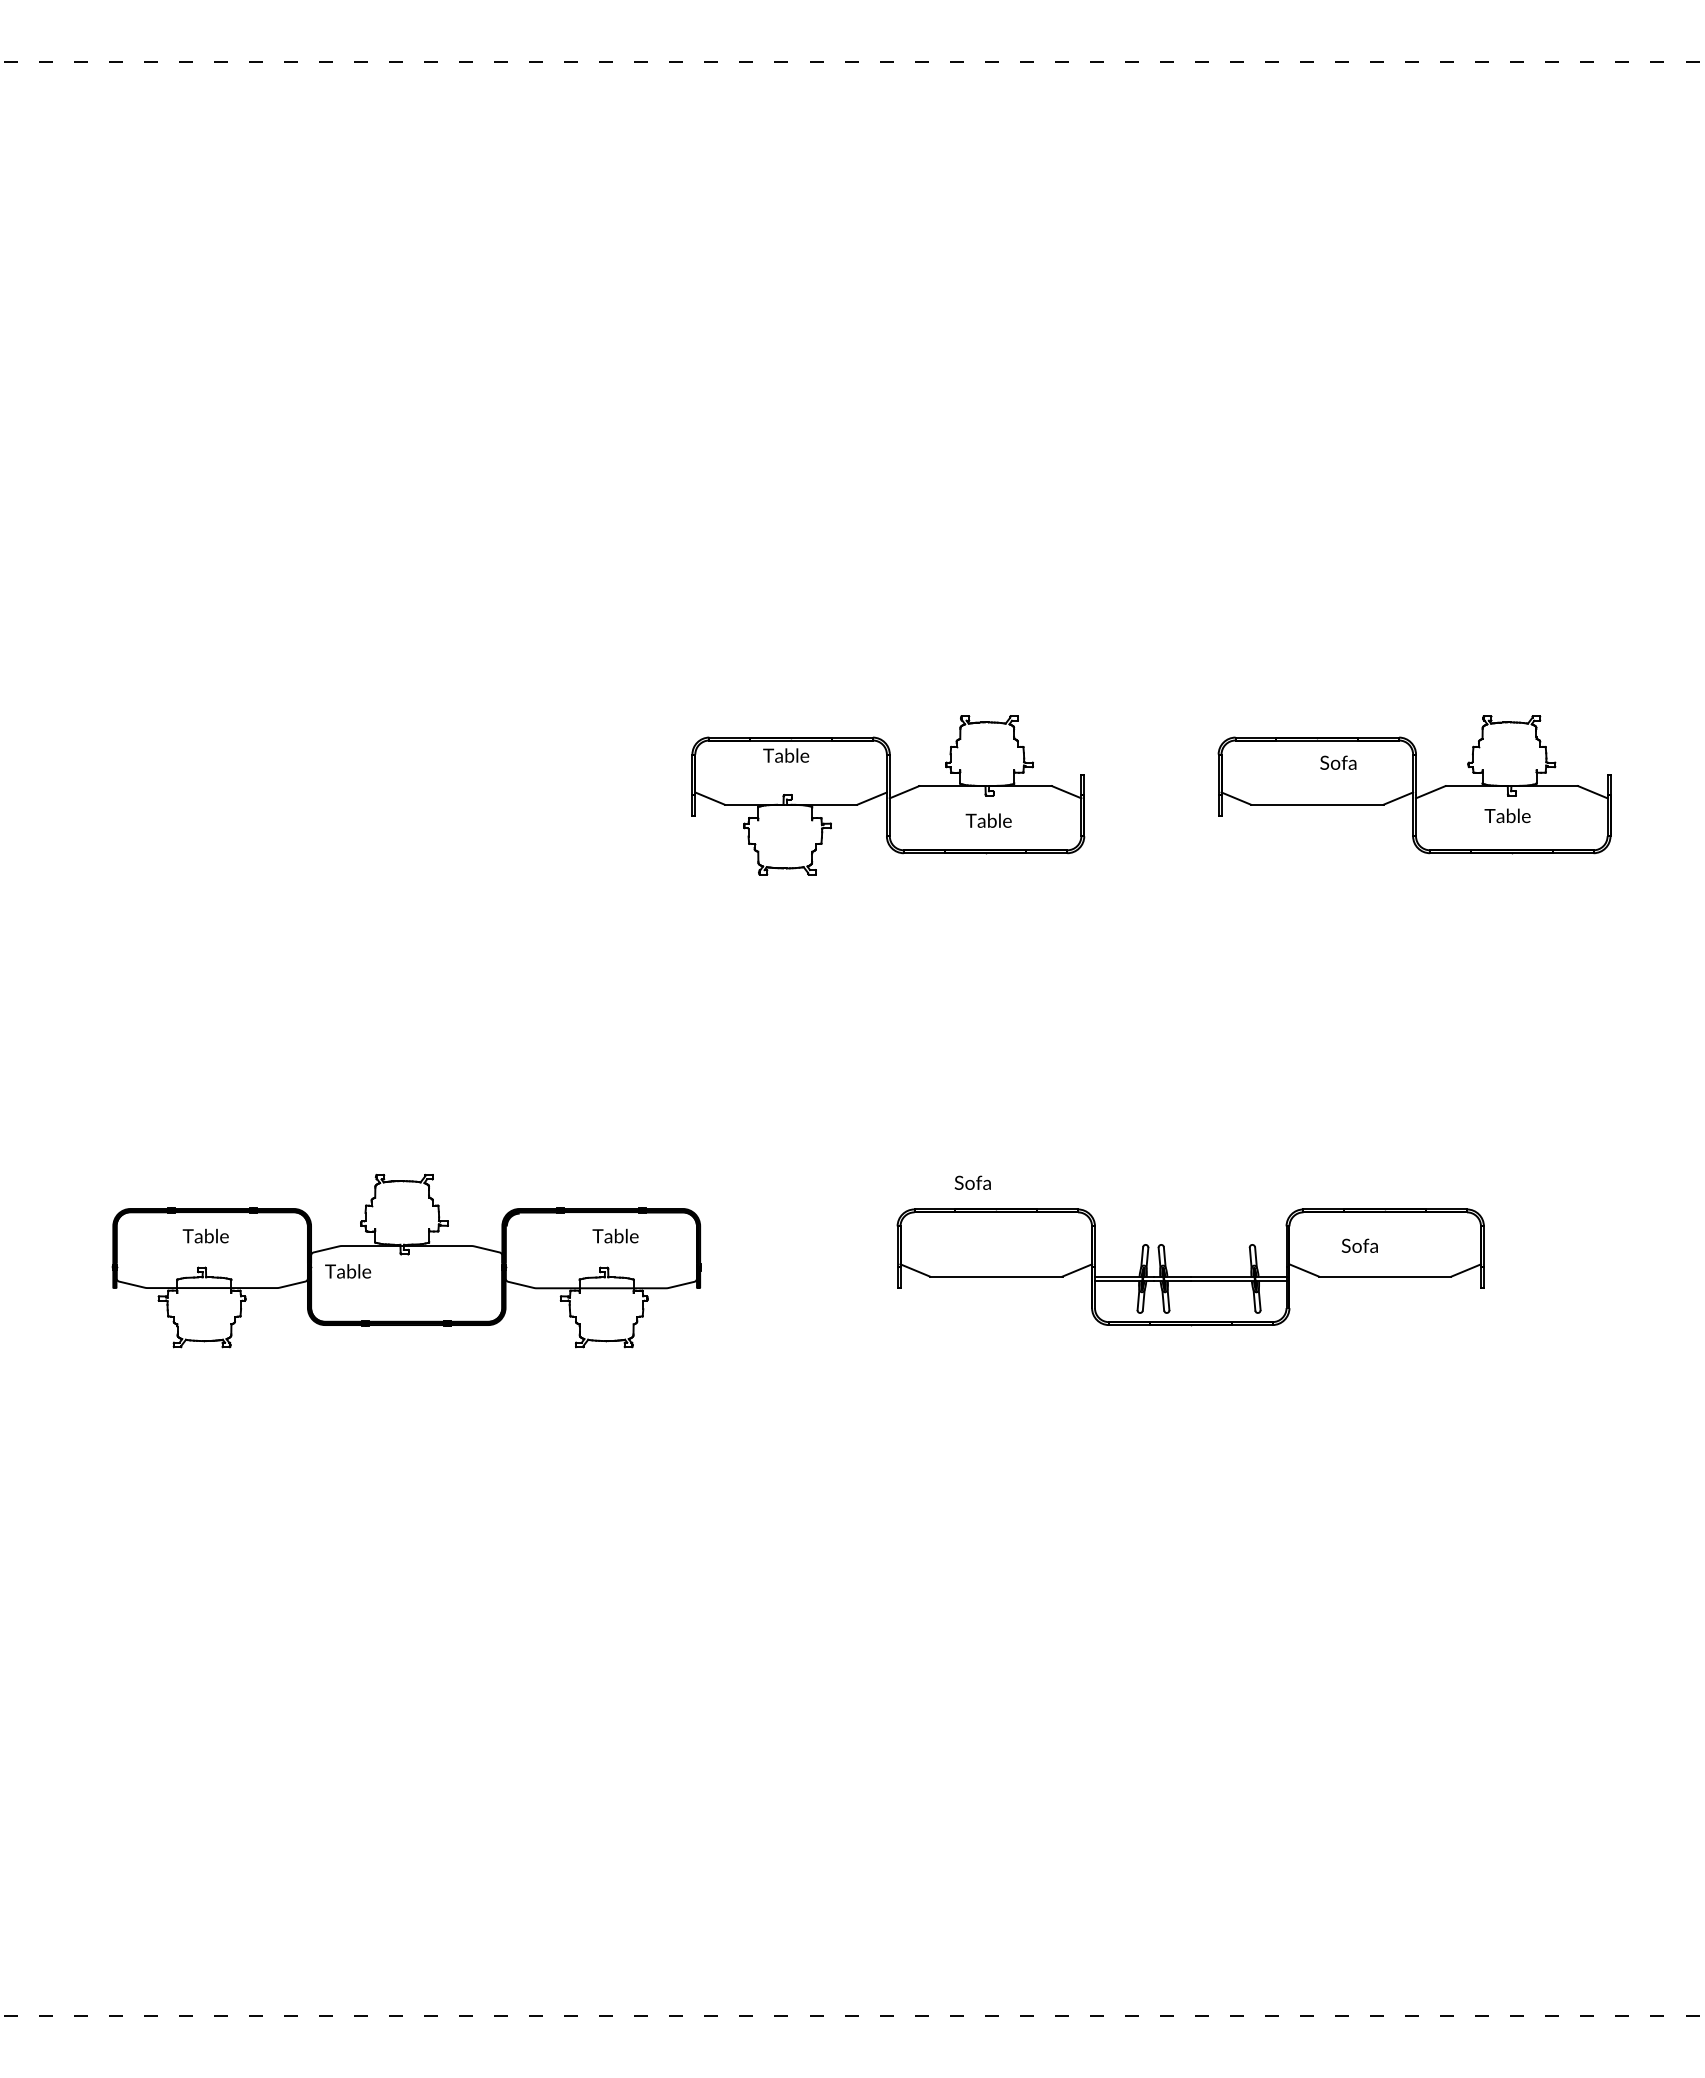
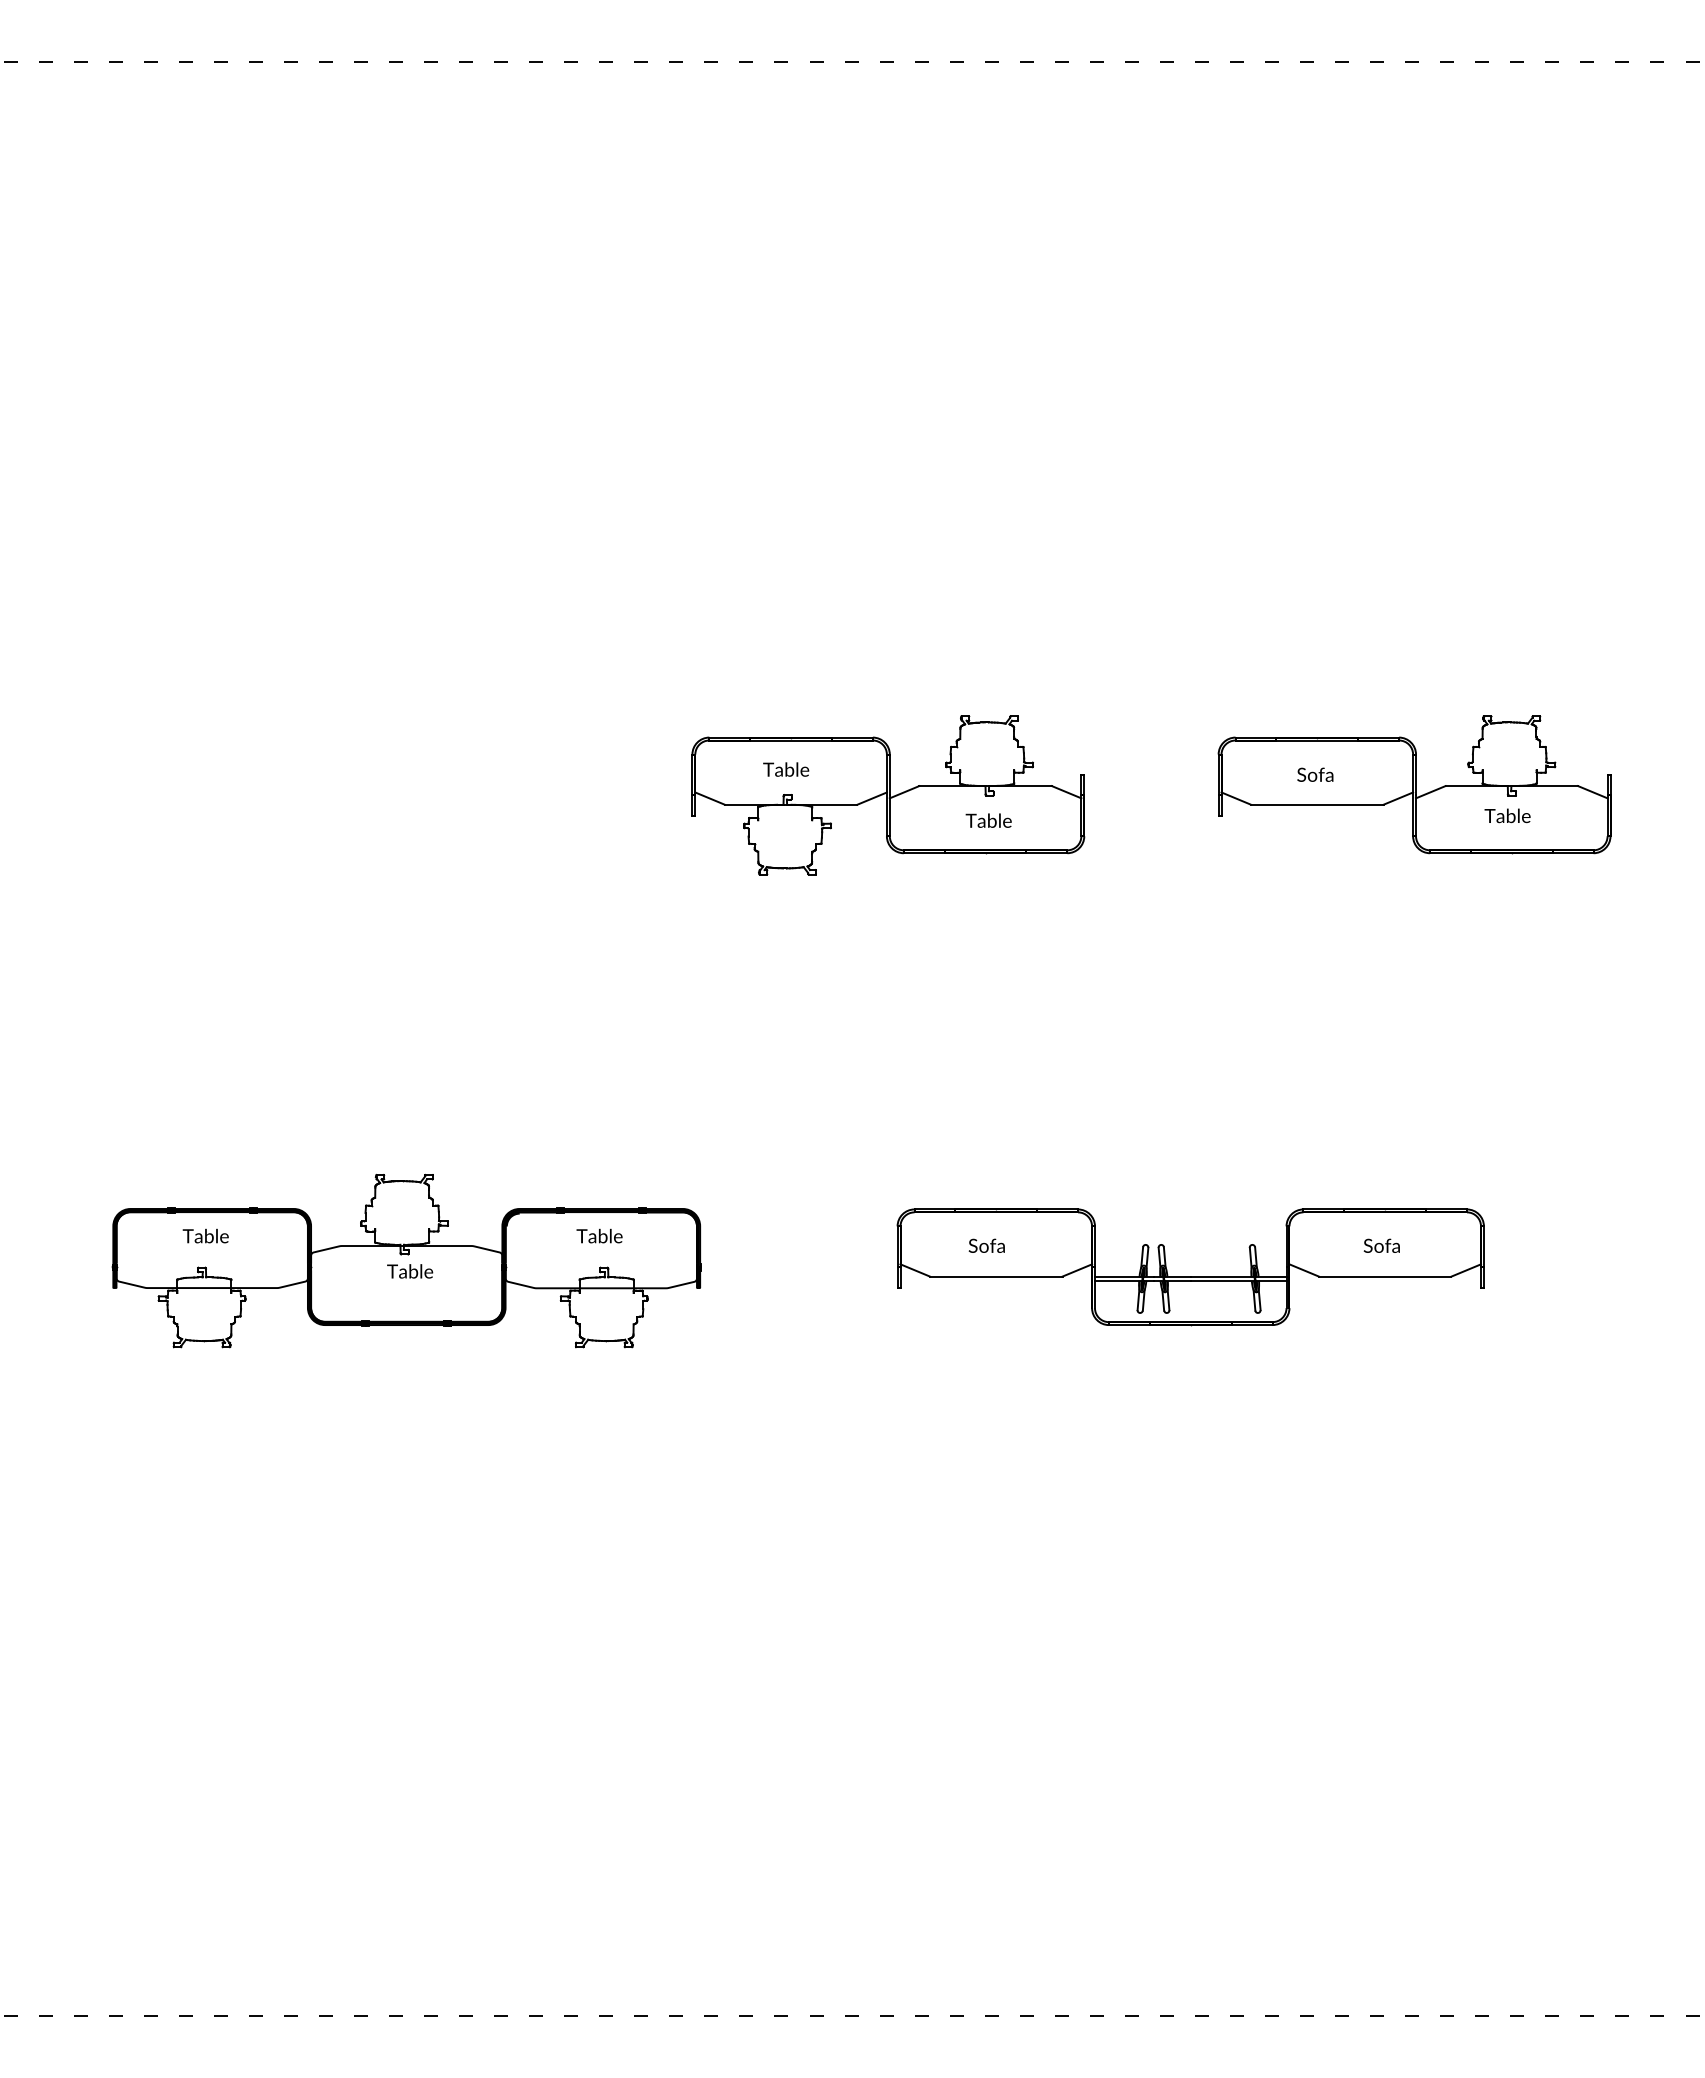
text at (786, 755) position: (786, 755) -> (786, 769)
text at (1338, 762) position: (1338, 762) -> (1315, 774)
text at (972, 1182) position: (972, 1182) -> (986, 1245)
text at (615, 1235) position: (615, 1235) -> (599, 1235)
text at (1359, 1245) position: (1359, 1245) -> (1381, 1245)
text at (348, 1271) position: (348, 1271) -> (410, 1271)
